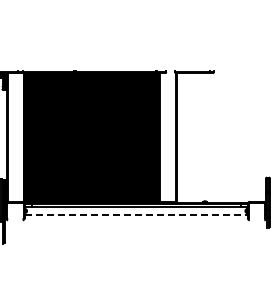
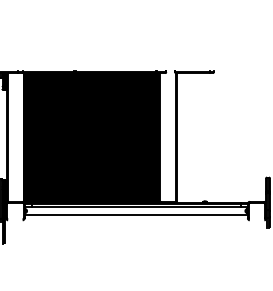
line at (136, 215): dashed -> solid
